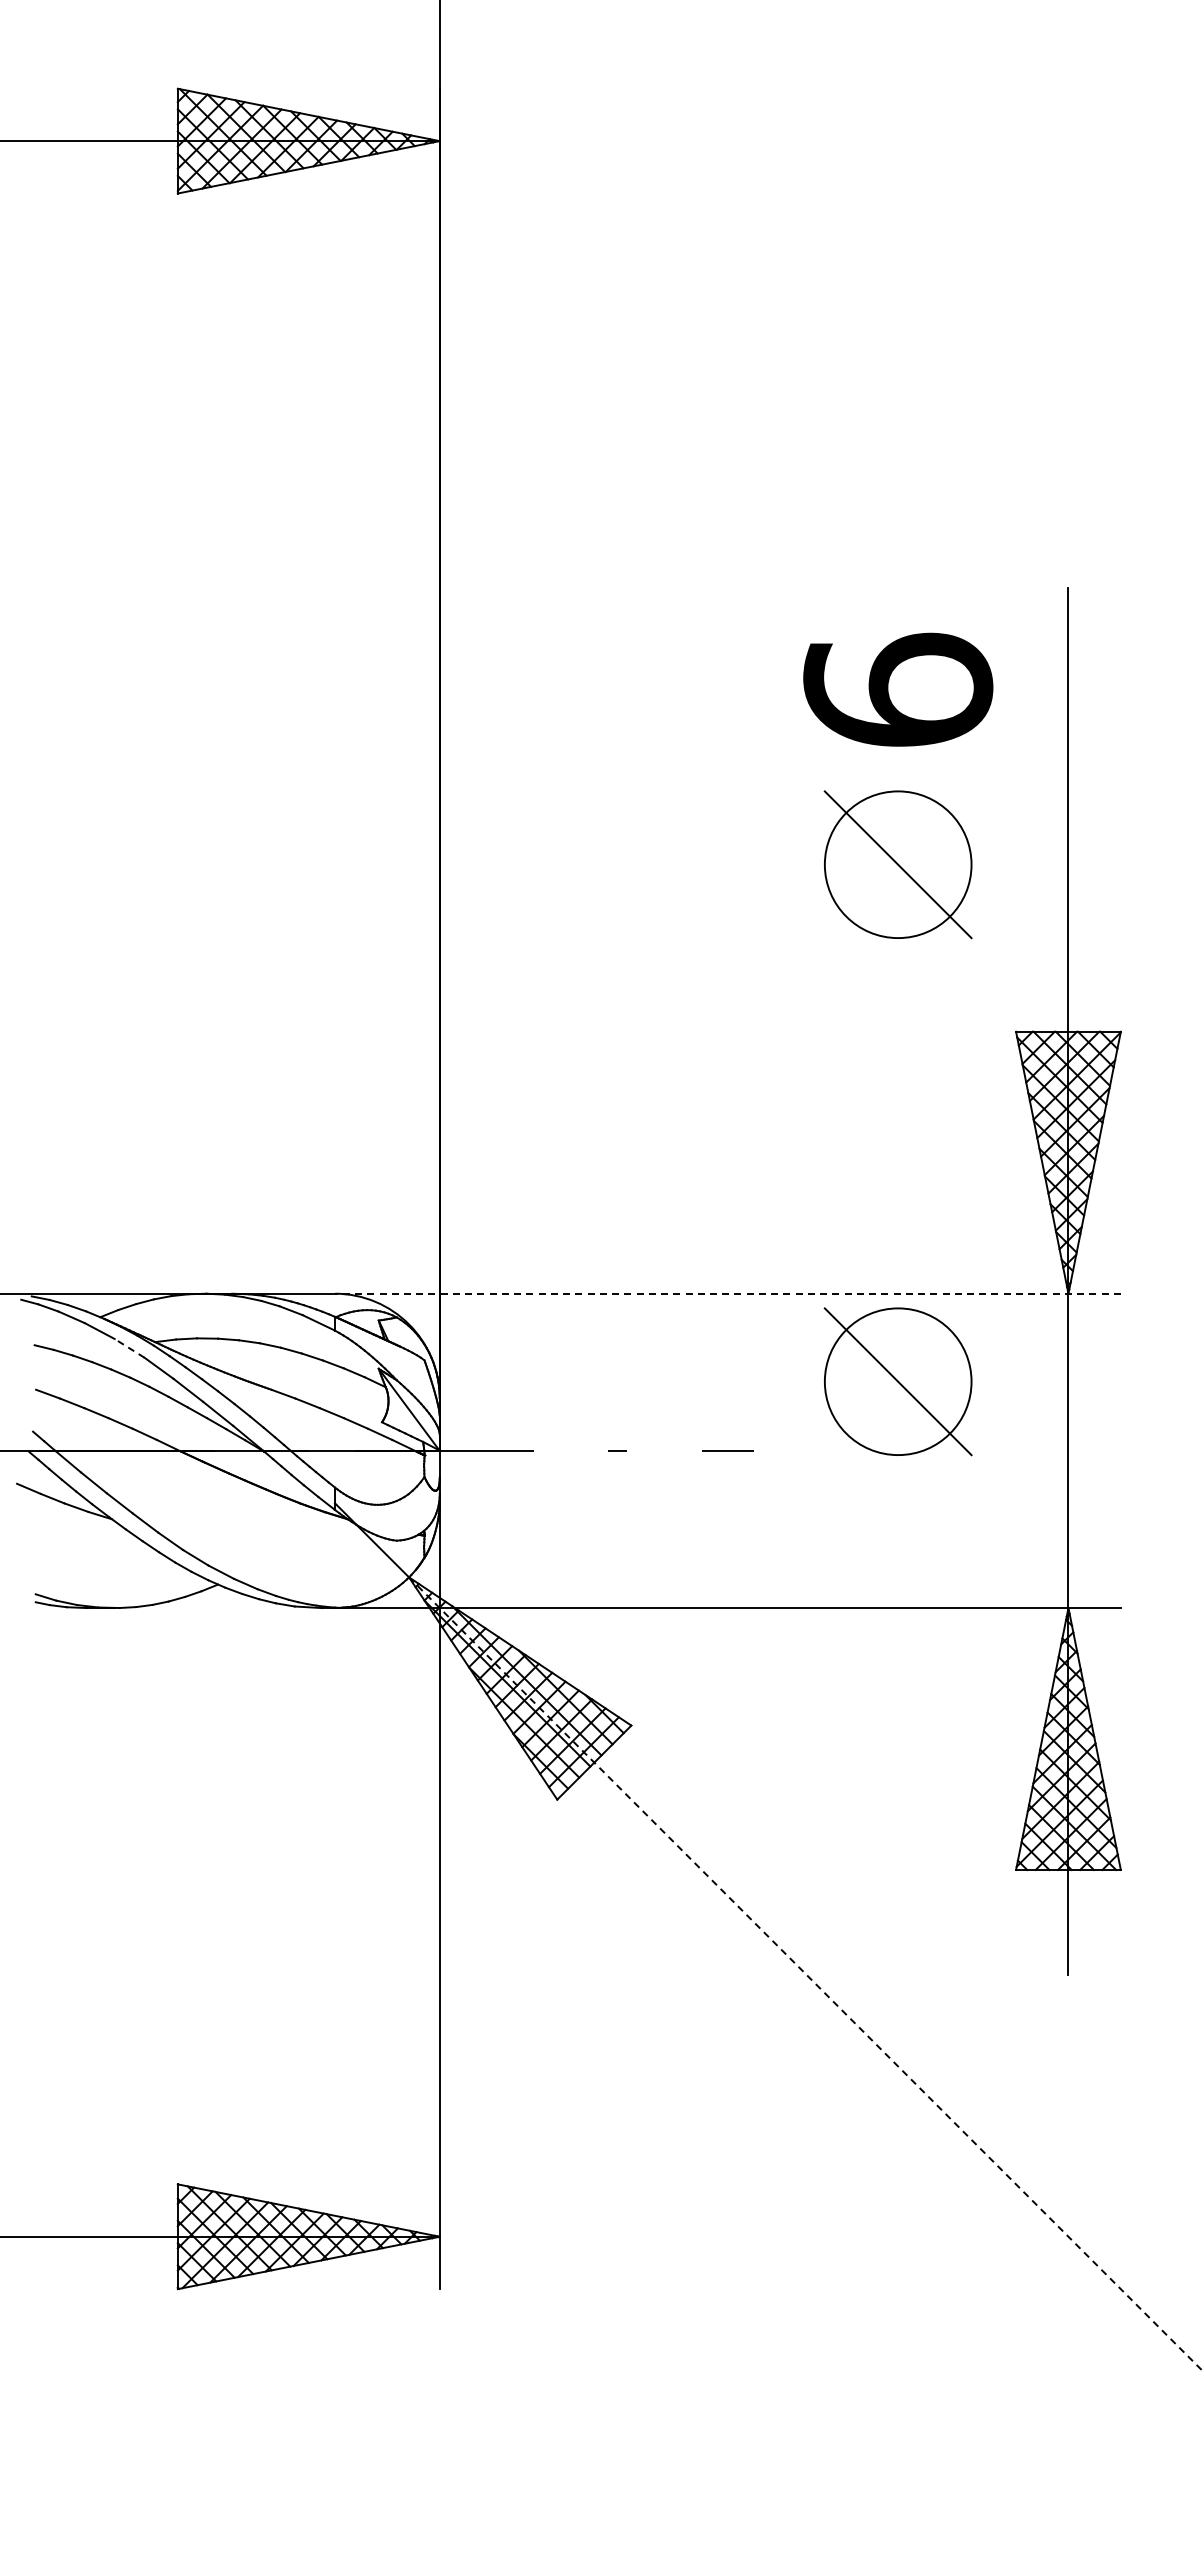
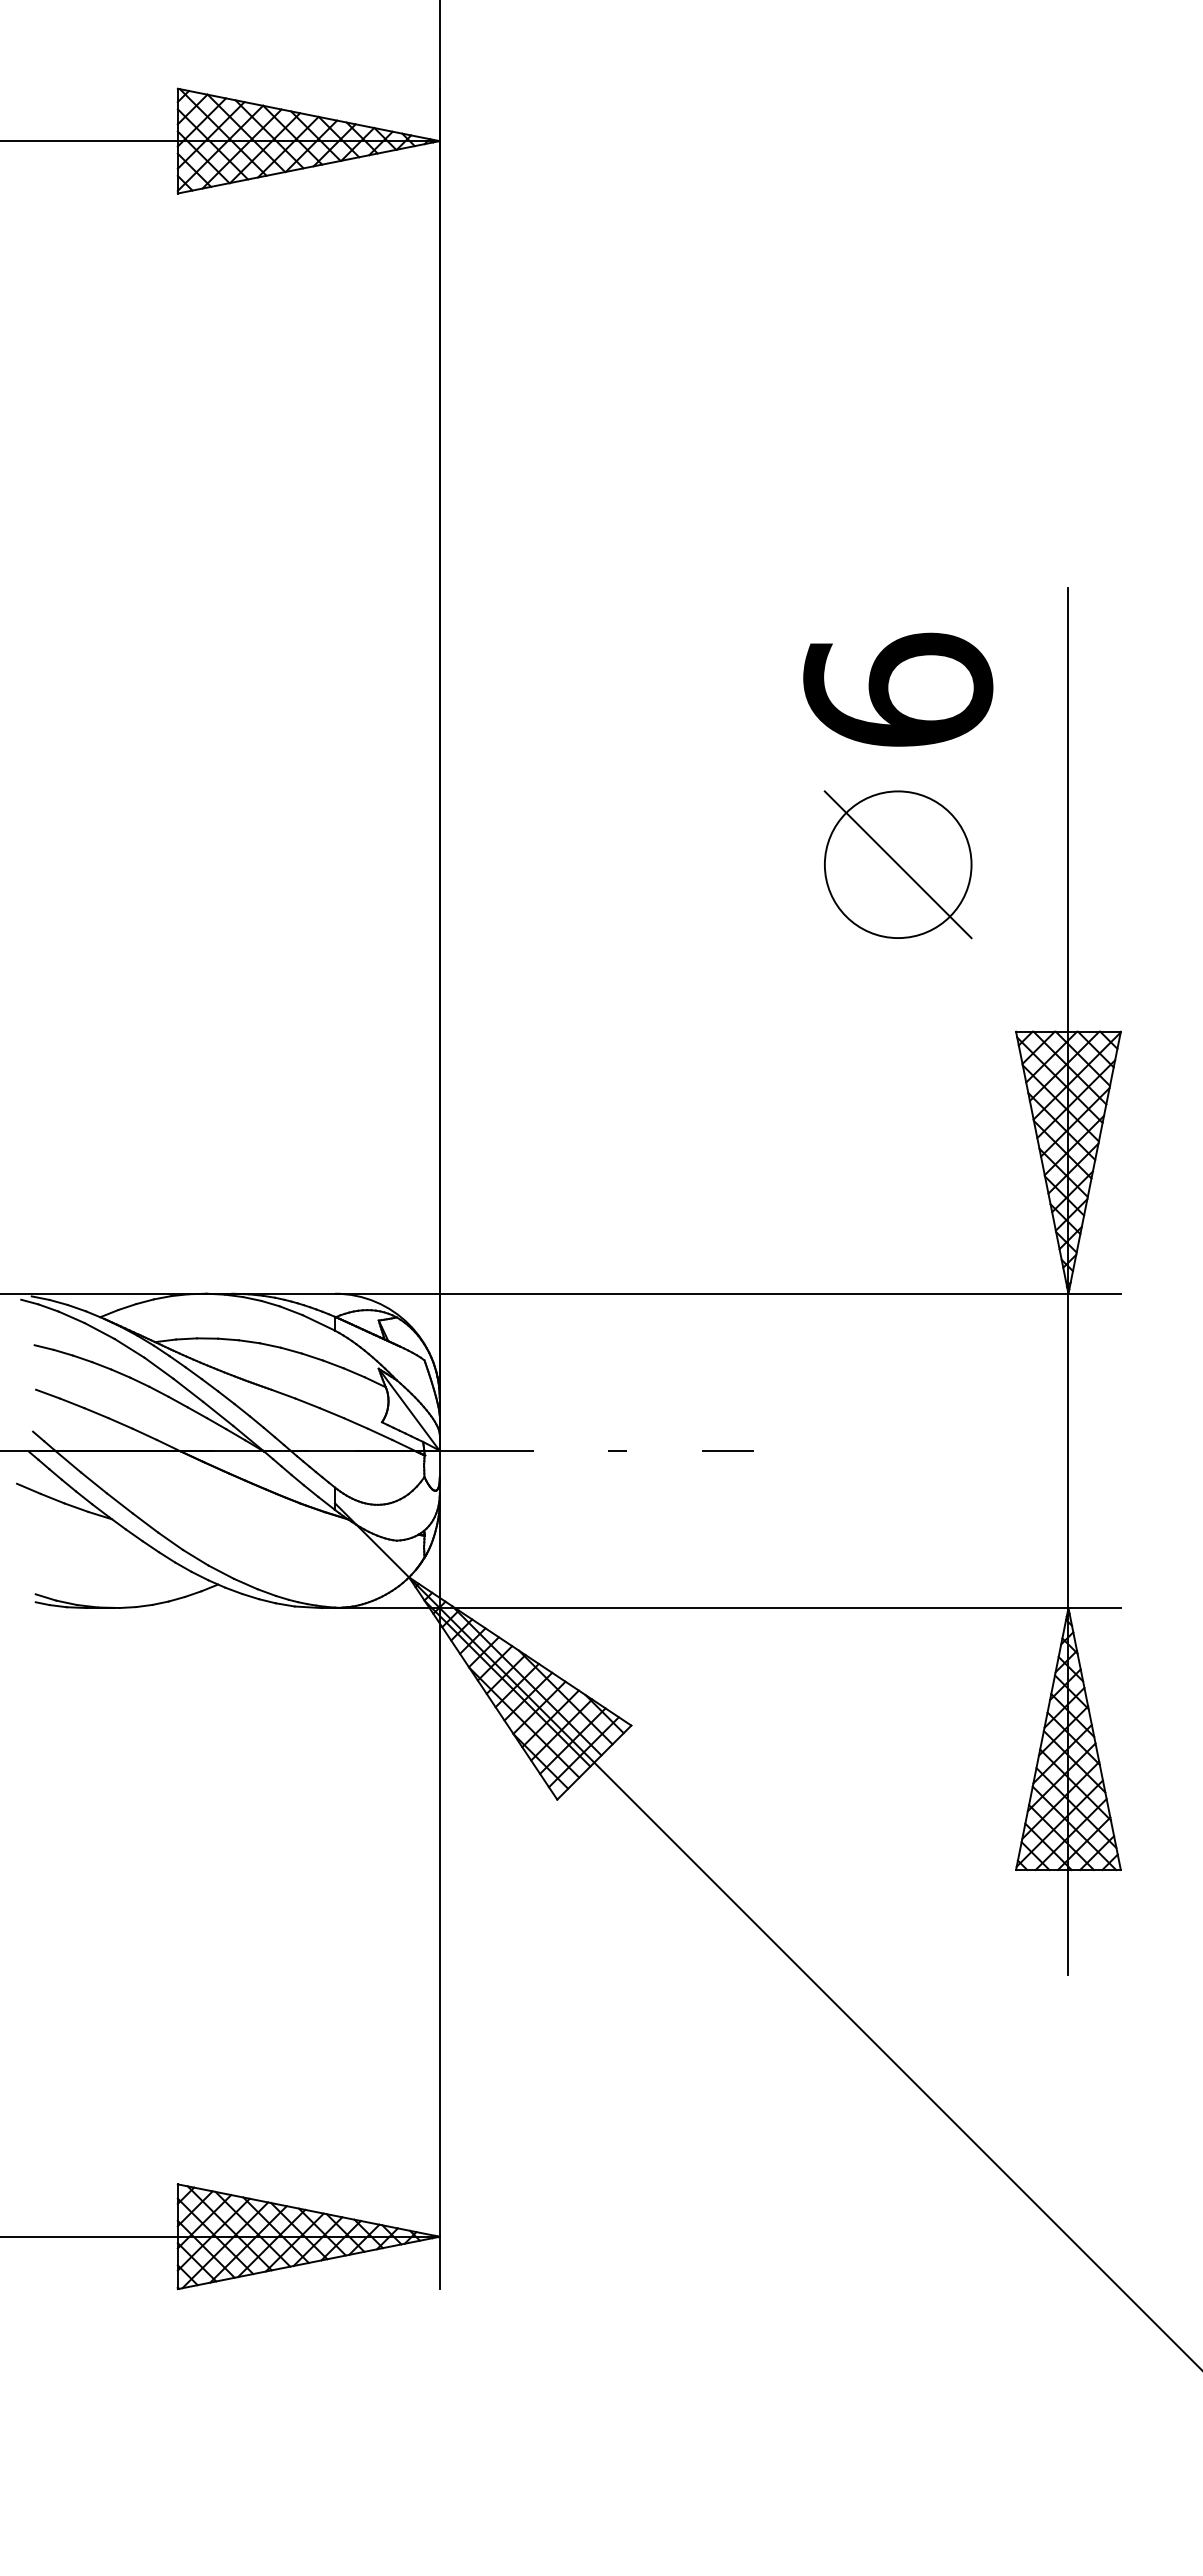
line at (727, 1293): dashed -> solid
line at (129, 1348): dashed -> solid
part at (897, 1381): present -> none
line at (805, 1974): dashed -> solid
